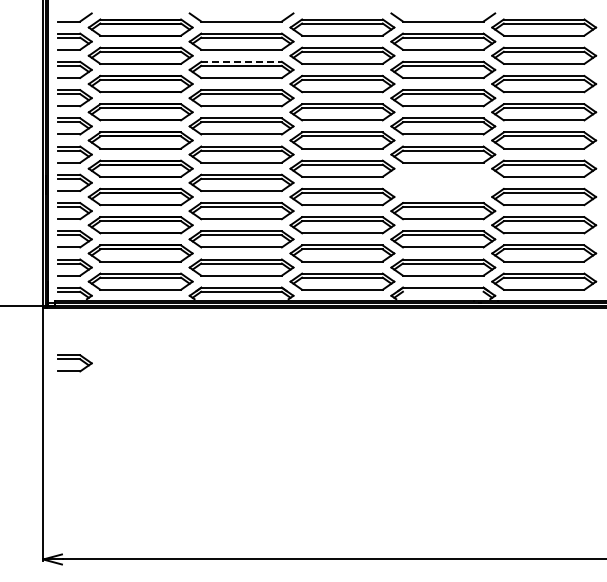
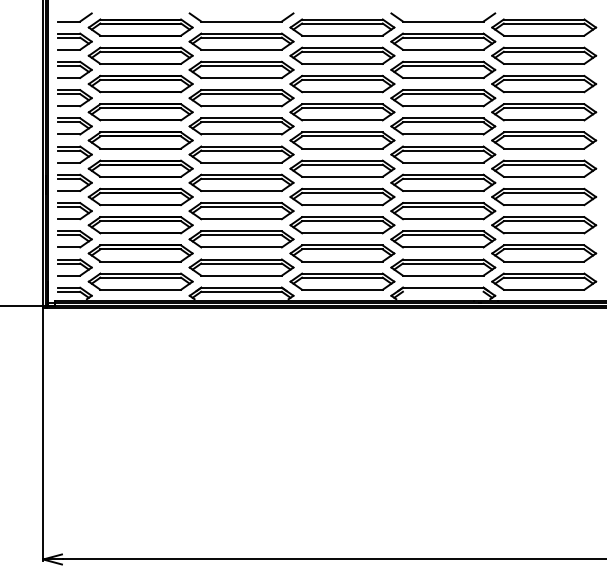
line at (242, 61): dashed -> solid
part at (443, 182): none -> present
part at (74, 363): present -> none
